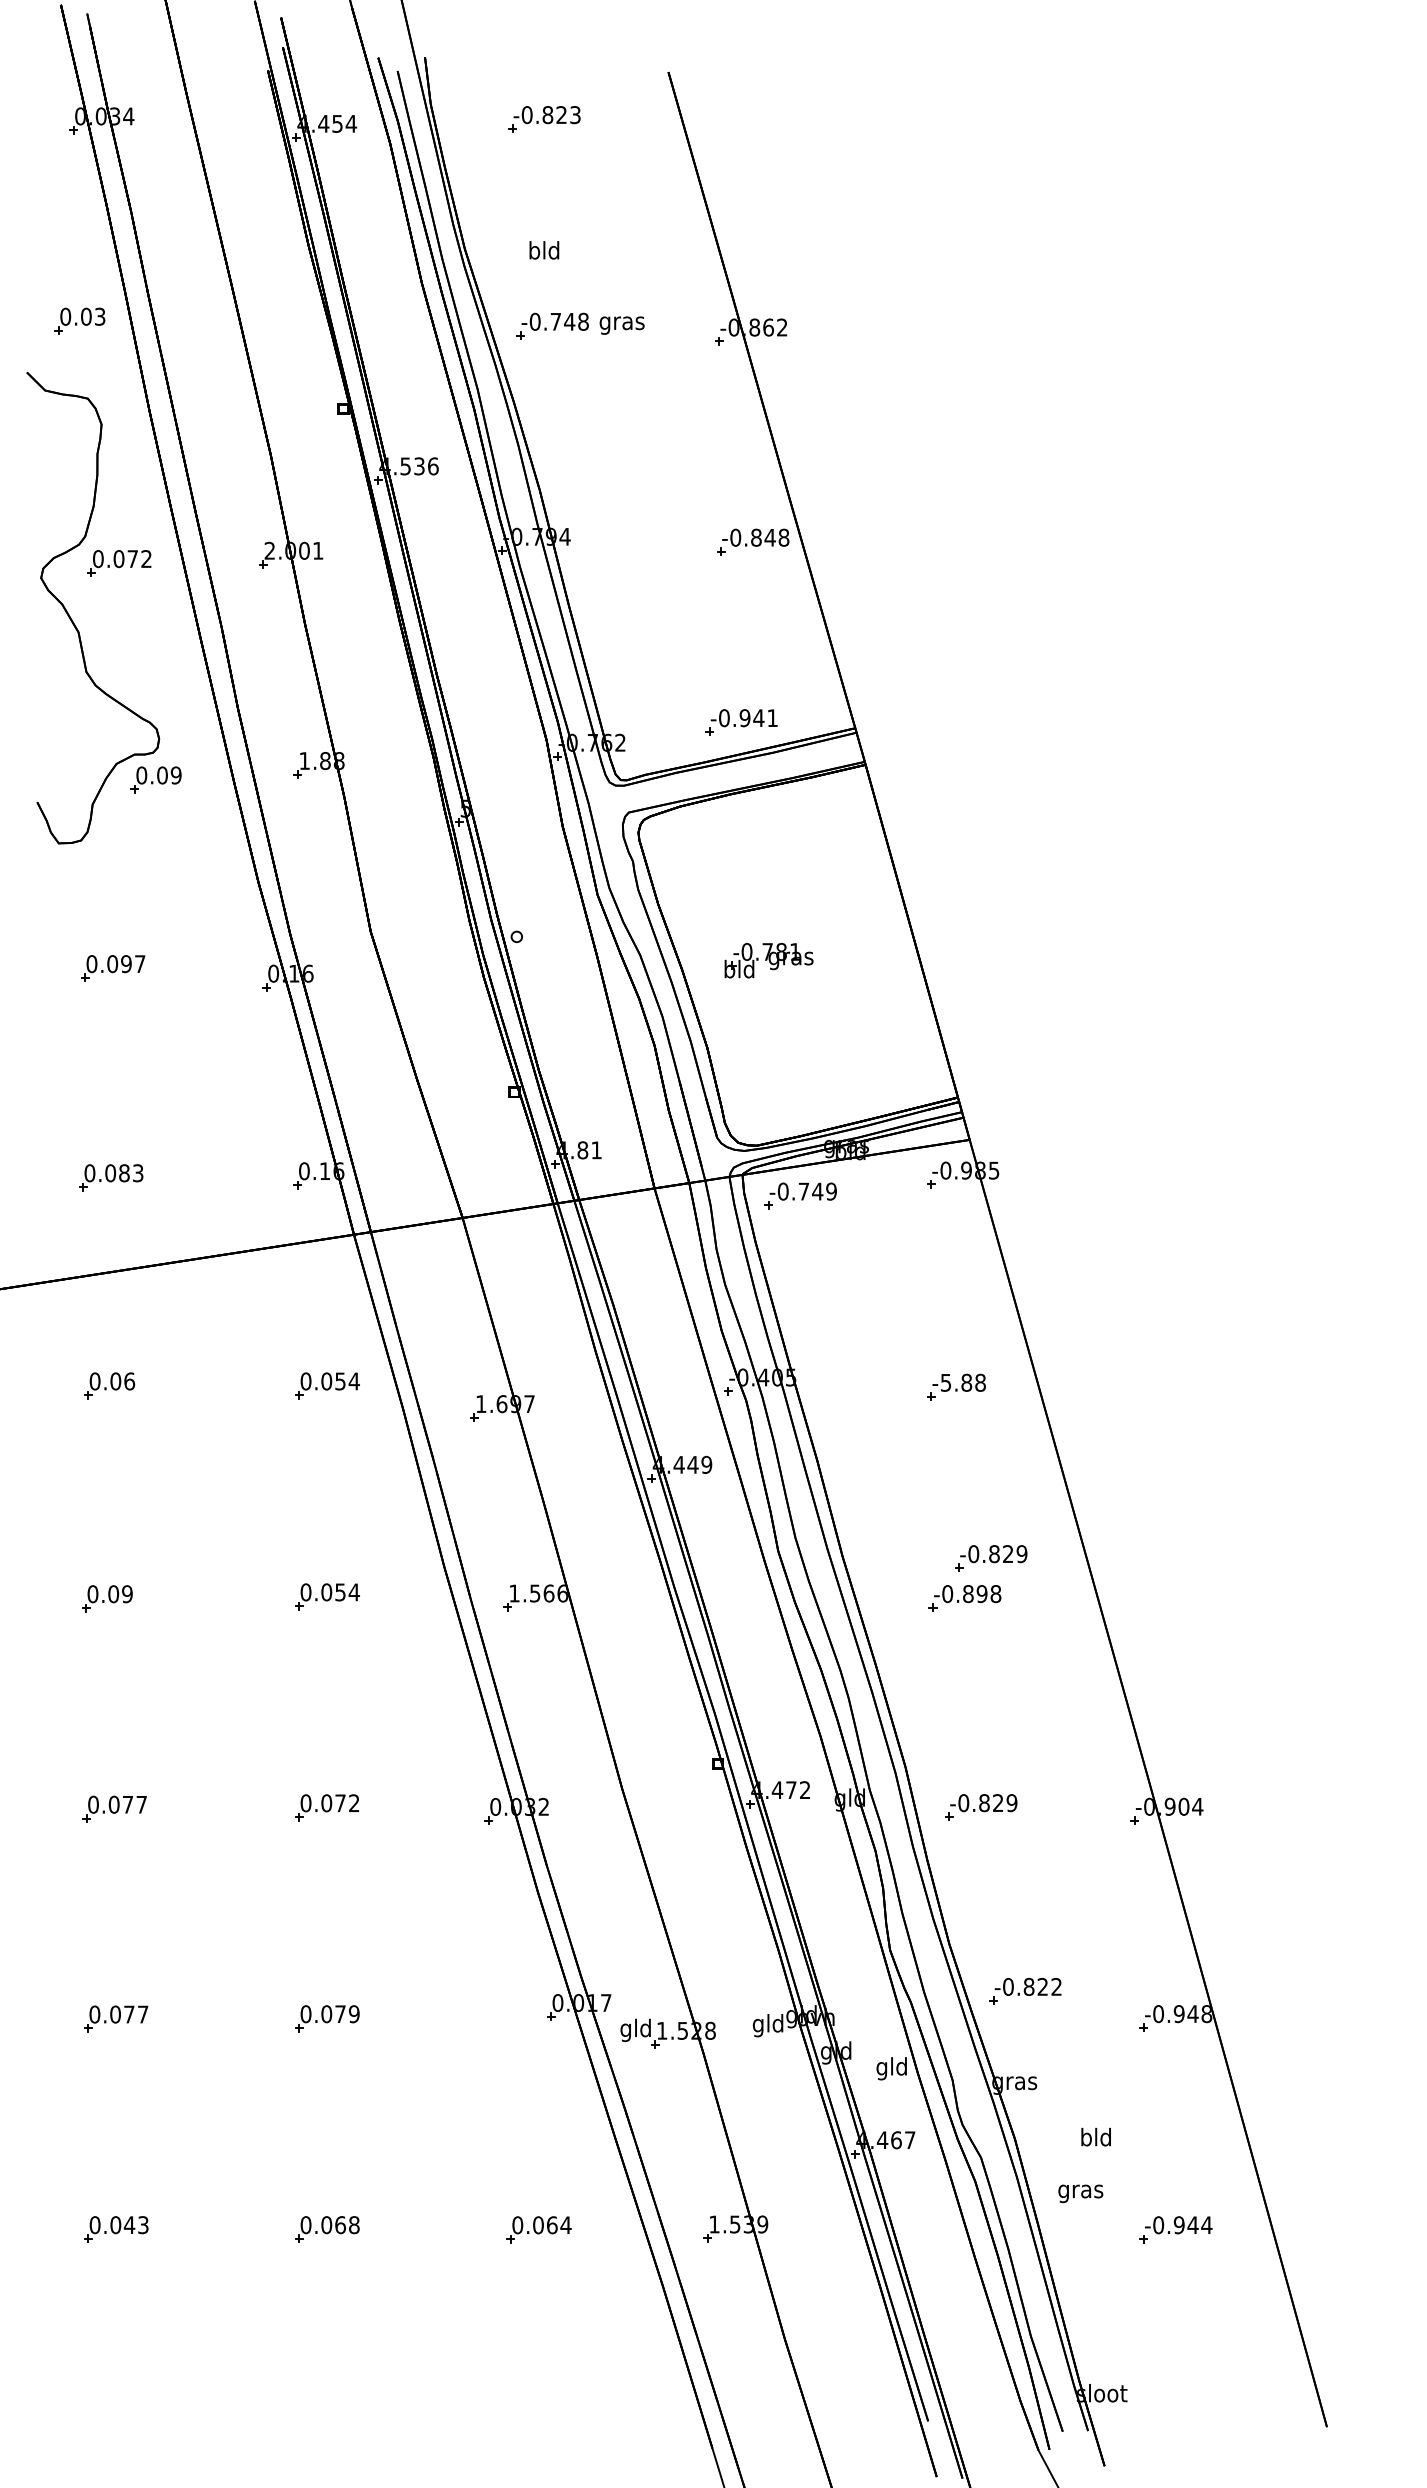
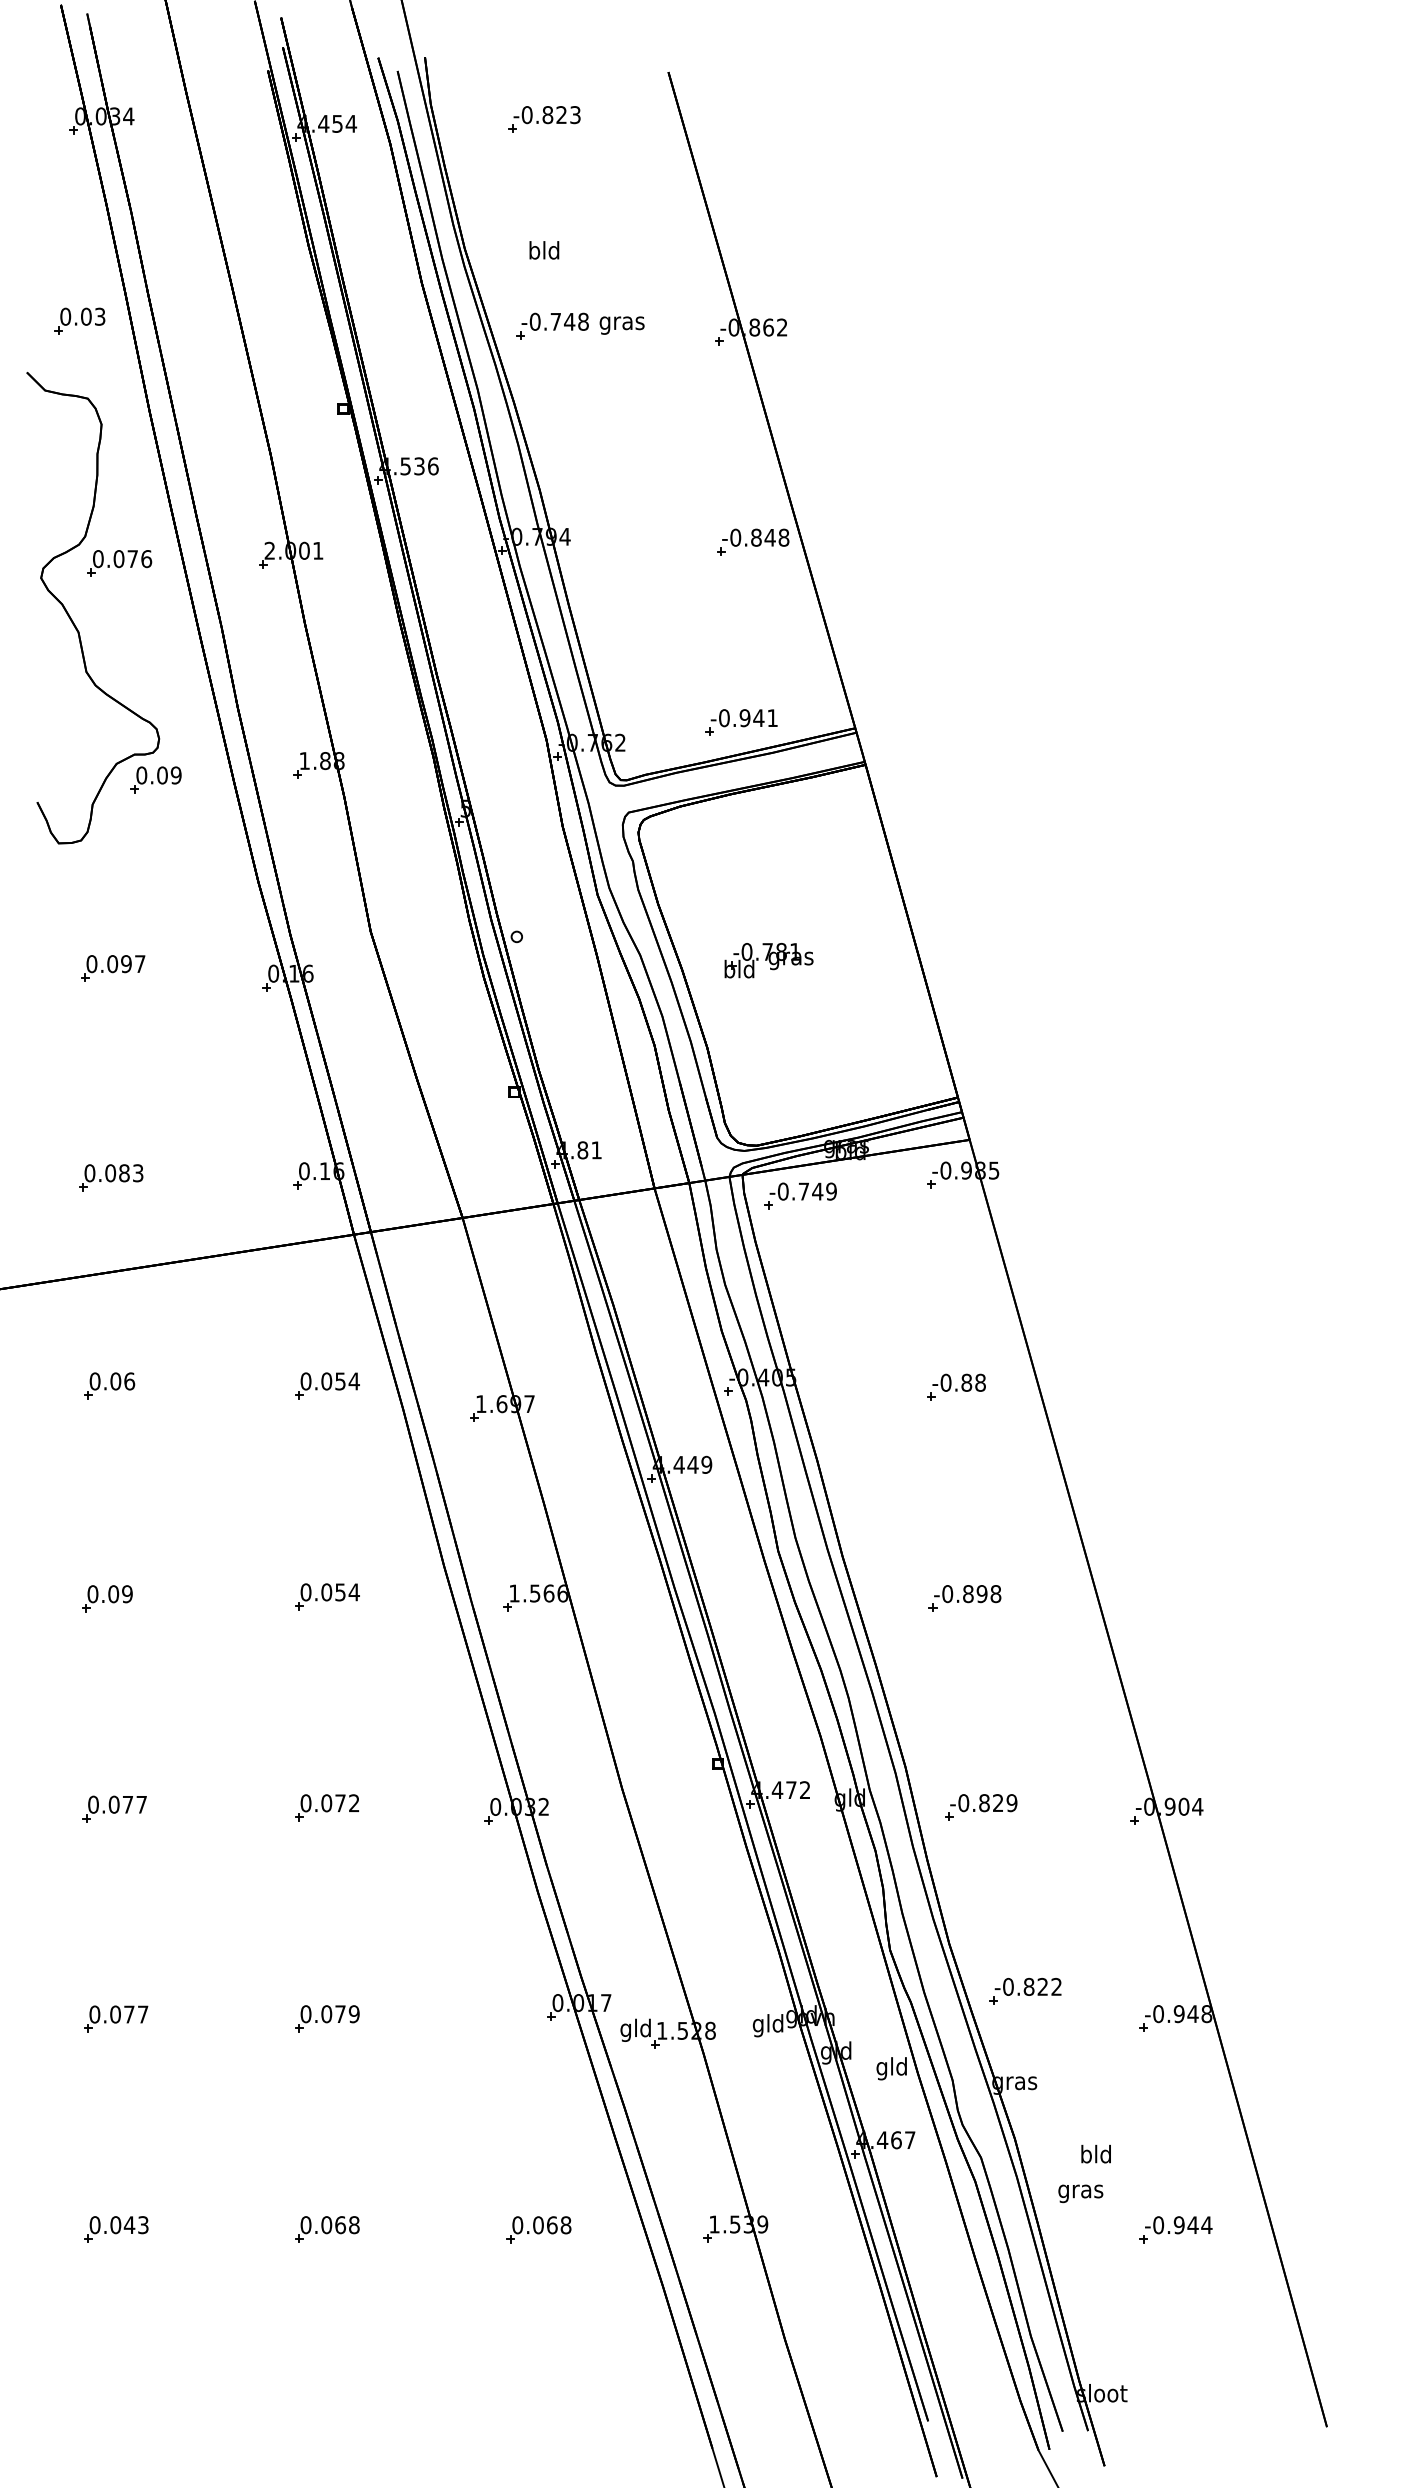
text at (146, 559): 0.072 -> 0.076
text at (945, 1382): -5.88 -> -0.88
part at (991, 1558): present -> none
text at (1095, 2136) position: (1095, 2136) -> (1095, 2153)
text at (565, 2225): 0.064 -> 0.068
